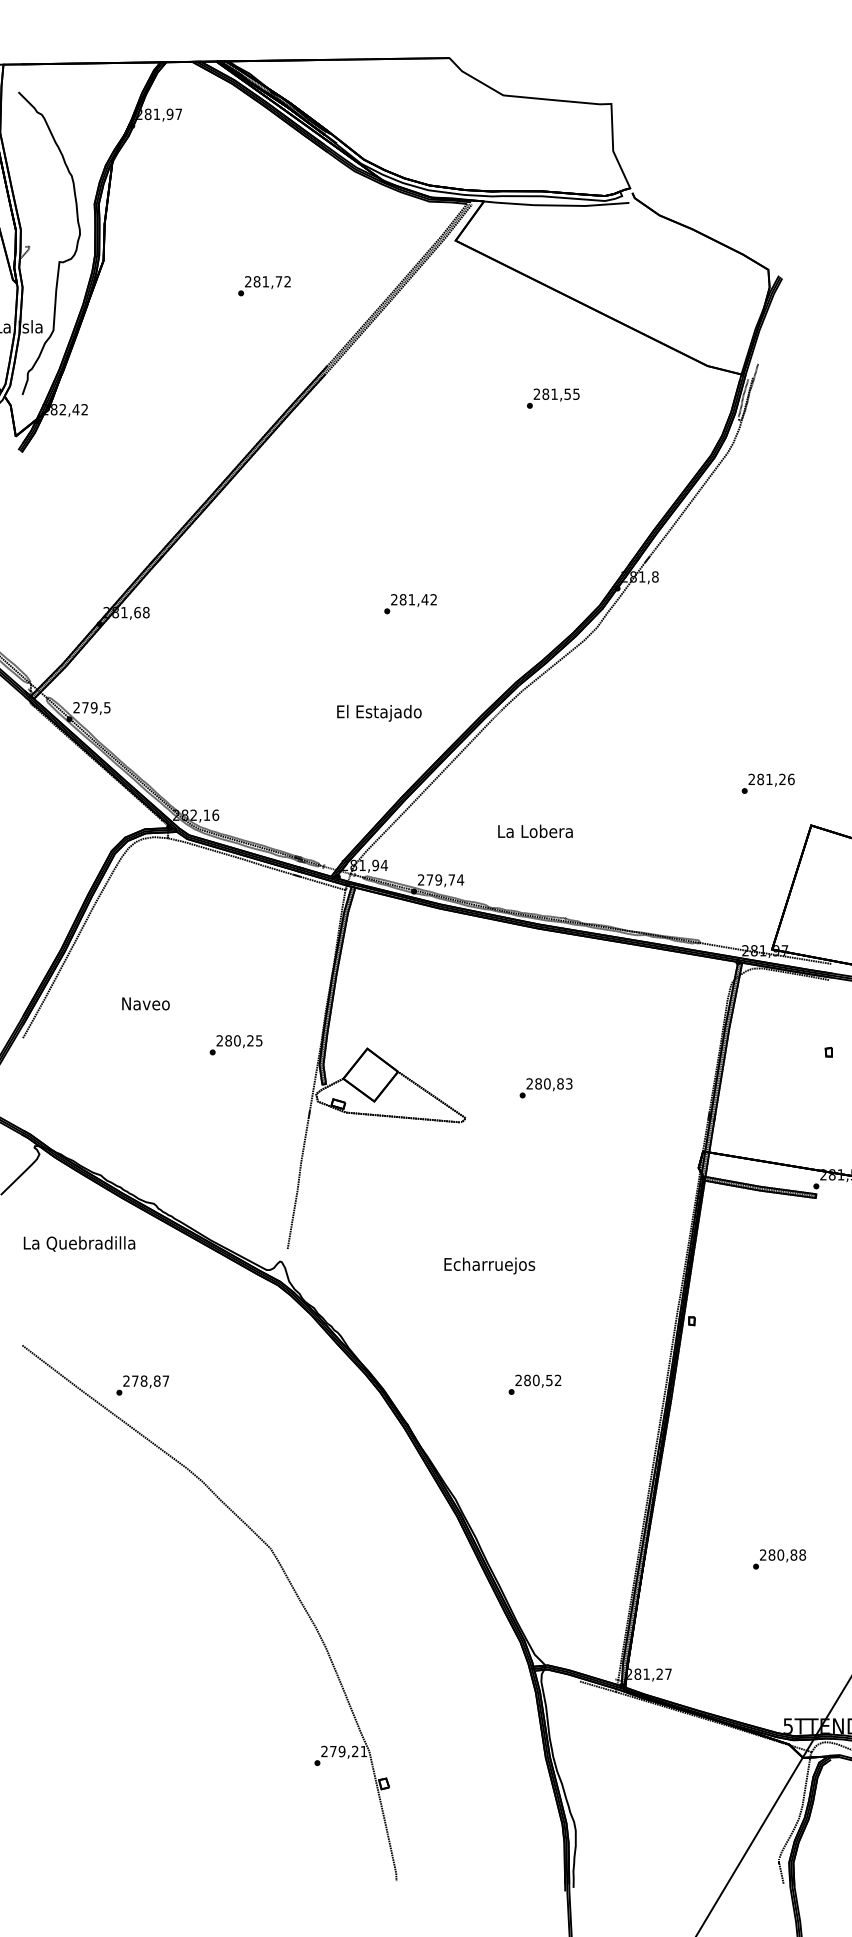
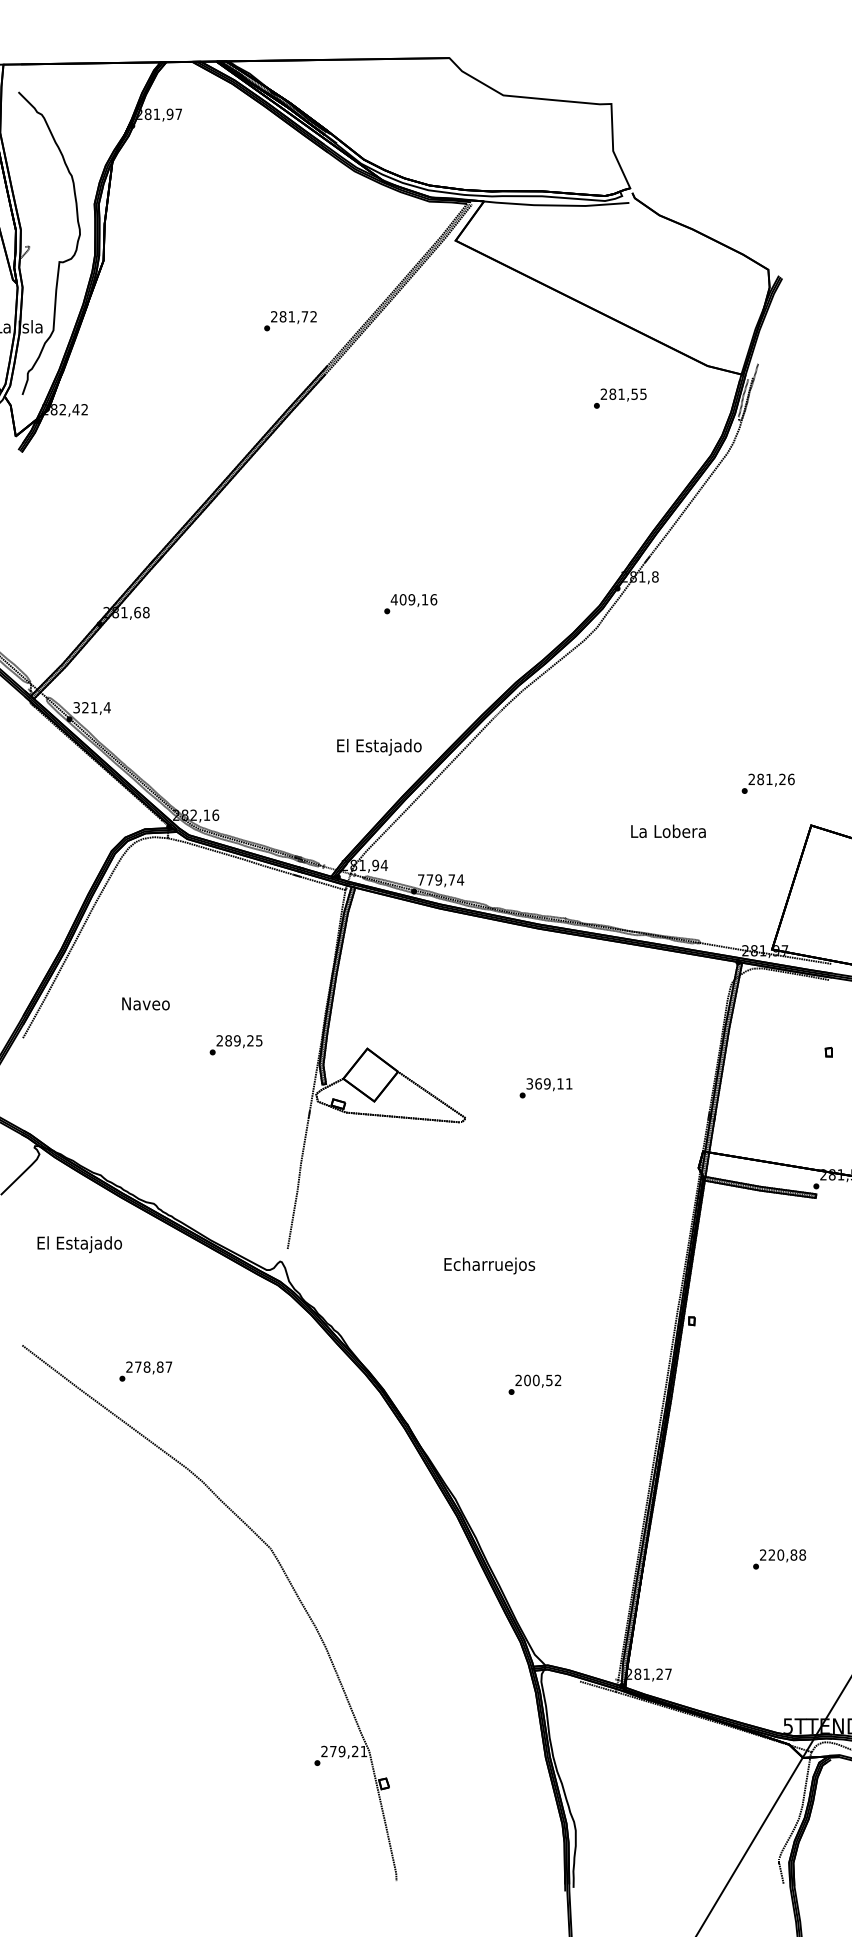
text at (264, 286) position: (264, 286) -> (290, 321)
text at (553, 398) position: (553, 398) -> (620, 398)
text at (413, 599): 281,42 -> 409,16
text at (91, 707): 279,5 -> 321,4
text at (379, 713) position: (379, 713) -> (379, 747)
text at (535, 831) position: (535, 831) -> (668, 831)
text at (421, 879): 279,74 -> 779,74
text at (237, 1040): 280,25 -> 289,25
text at (549, 1083): 280,83 -> 369,11
text at (79, 1244): La Quebradilla -> El Estajado
text at (527, 1380): 280,52 -> 200,52
text at (142, 1385) position: (142, 1385) -> (145, 1371)
text at (771, 1554): 280,88 -> 220,88
